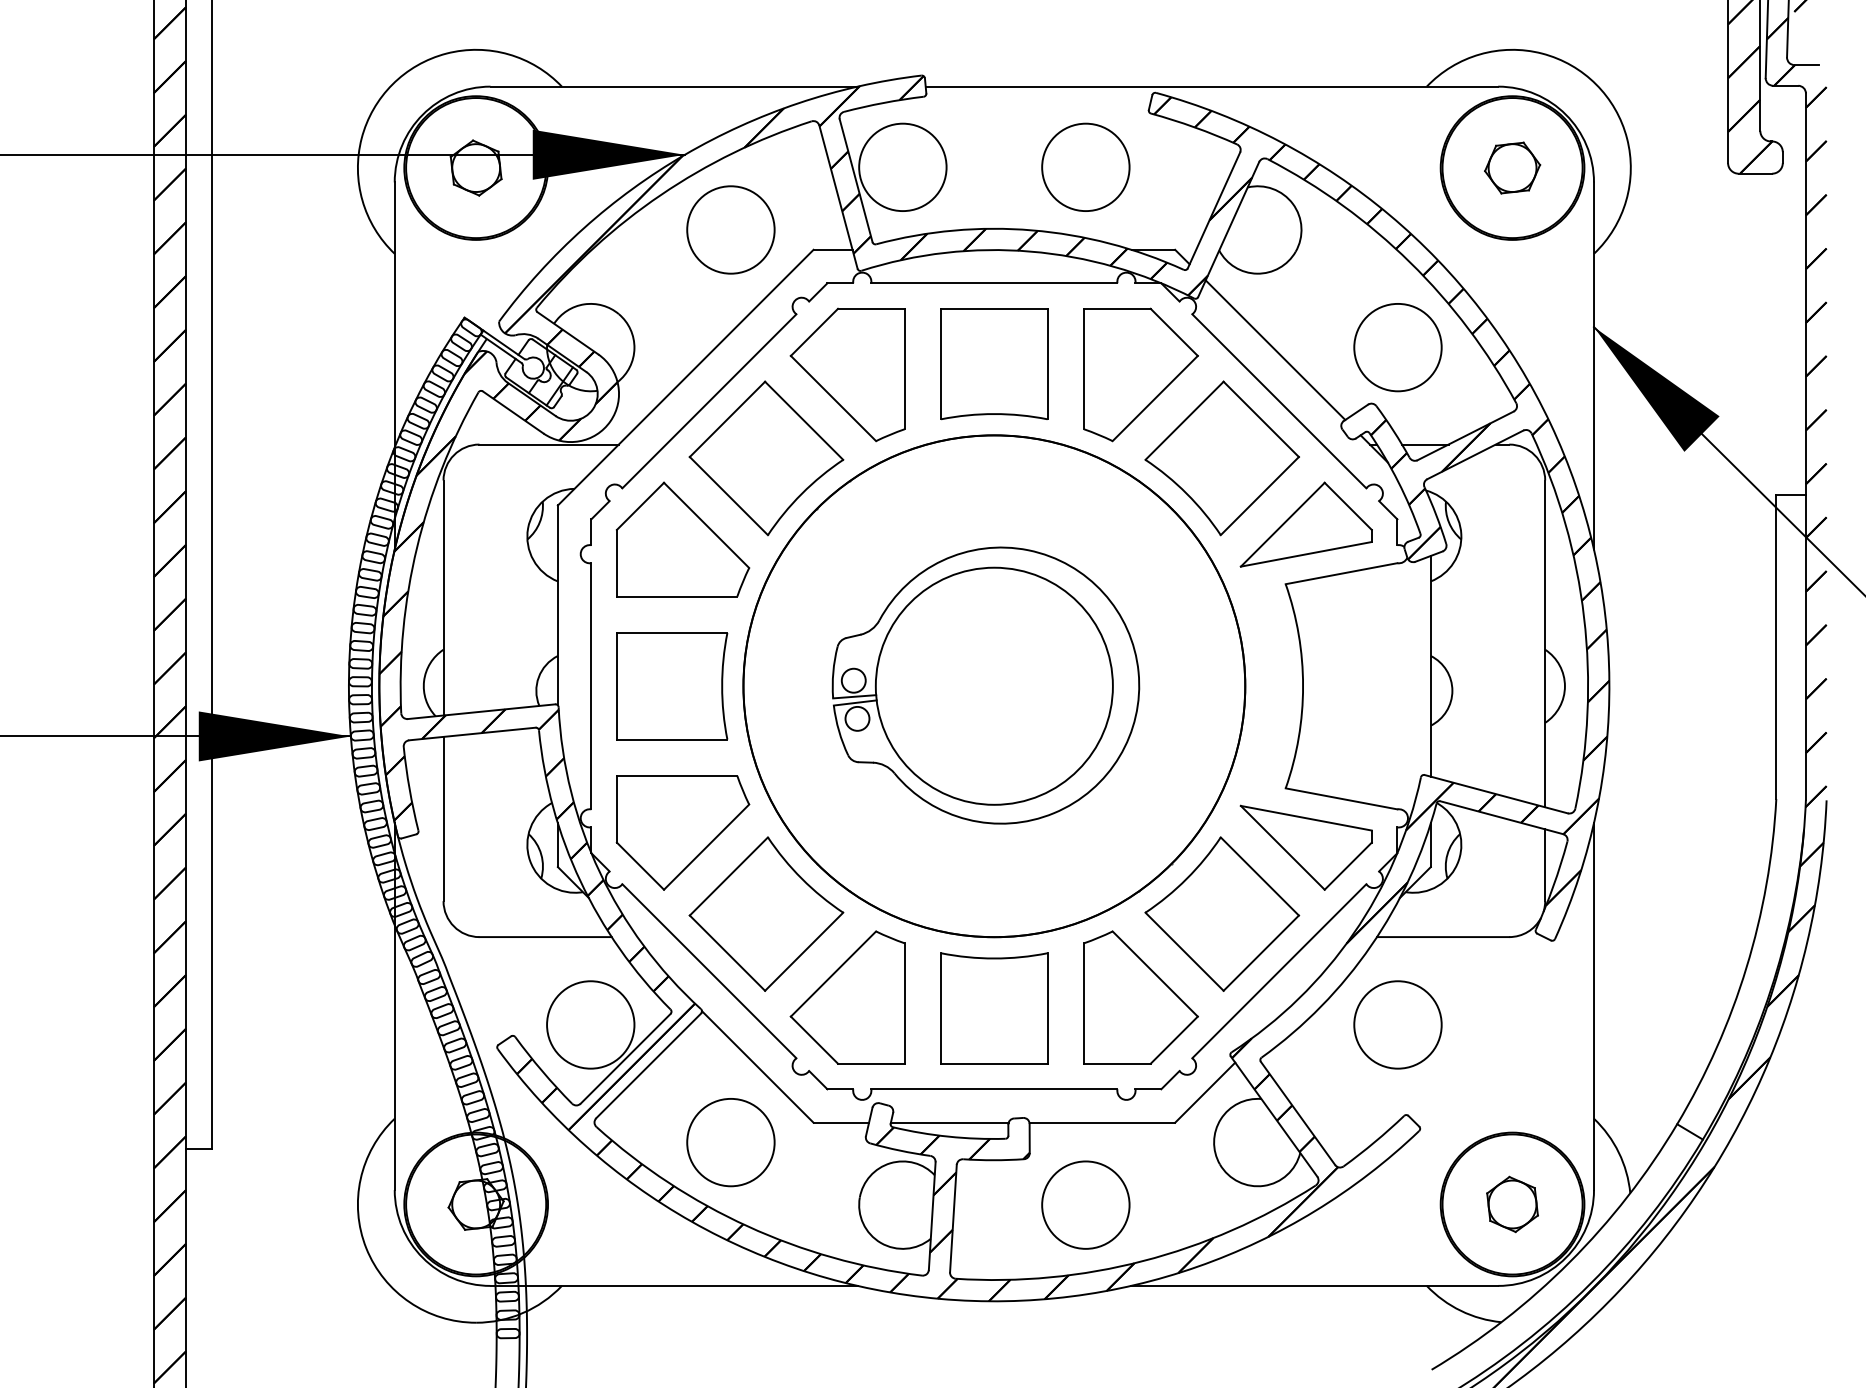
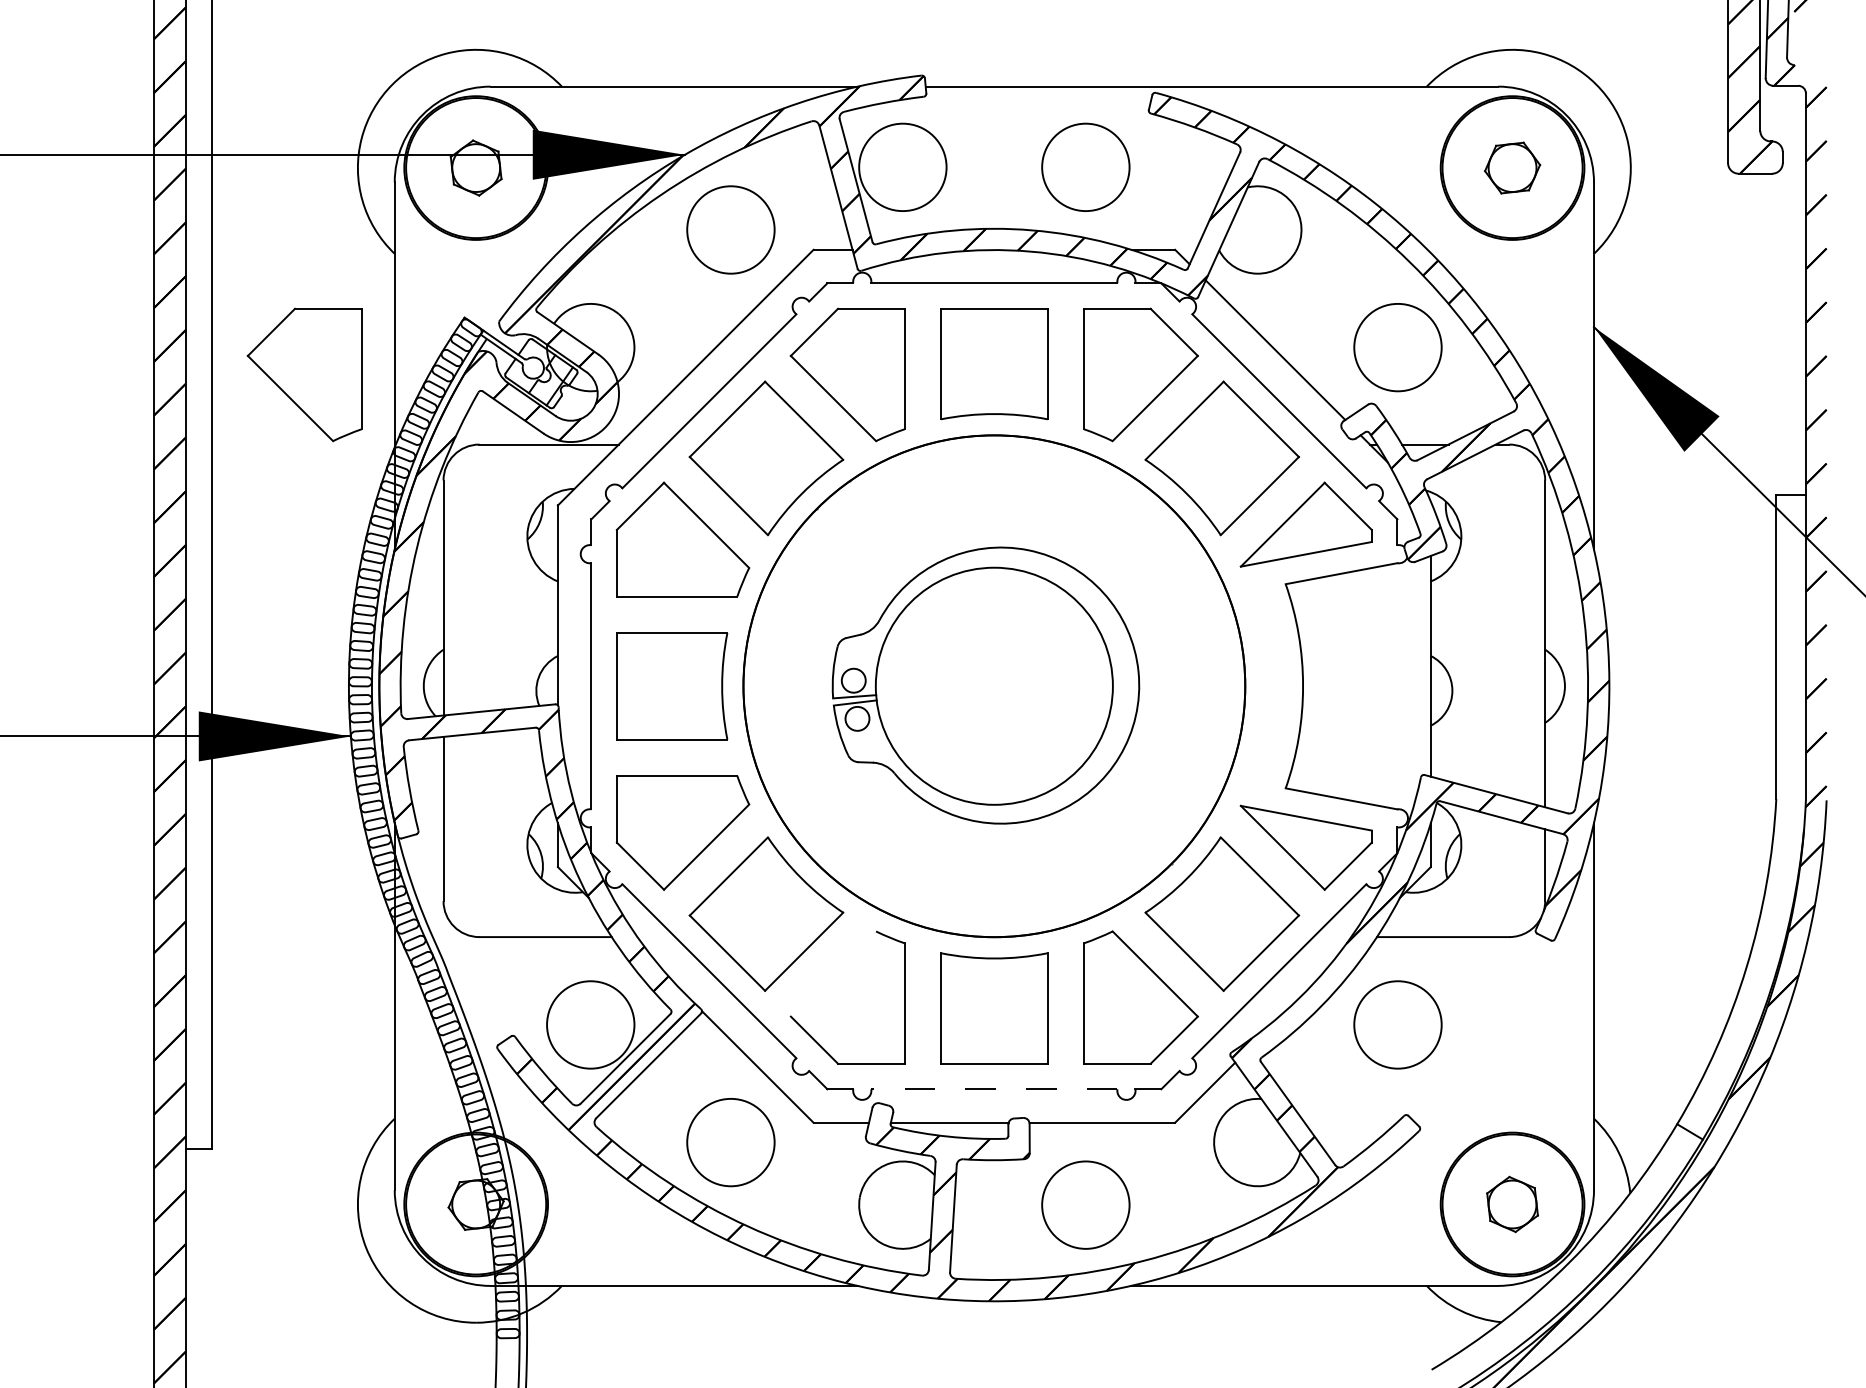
line at (1806, 65): present -> none
part at (304, 374): none -> present
line at (833, 973): present -> none
line at (993, 1089): solid -> dashed
